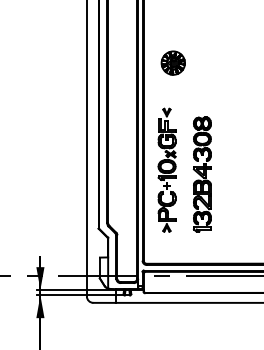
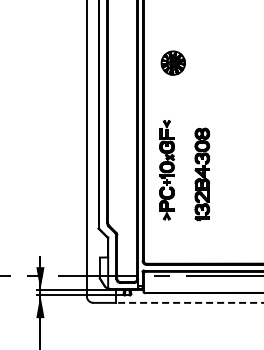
part at (166, 169) size: 20x126 px -> 16x101 px
part at (201, 174) size: 20x117 px -> 17x95 px
line at (189, 302): solid -> dashed
